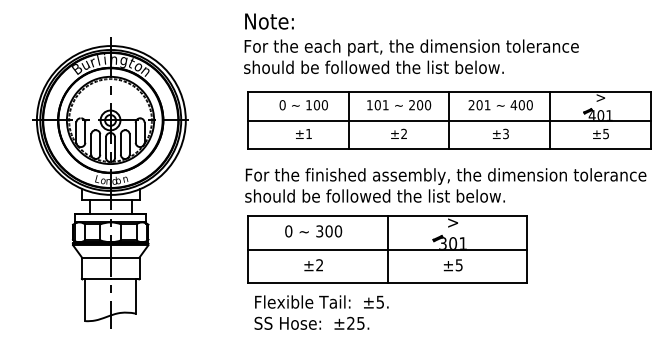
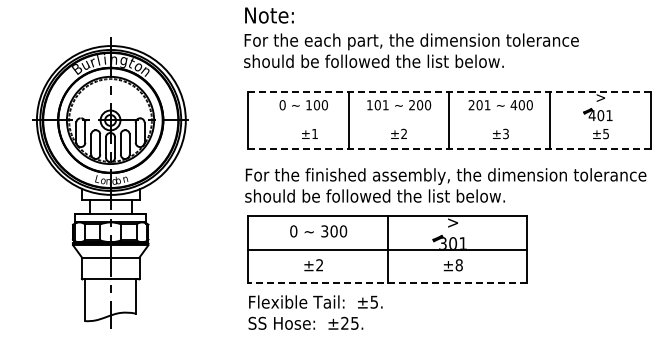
text at (411, 43) position: (411, 43) -> (411, 37)
line at (449, 91): solid -> dashed
line at (449, 120): present -> none
text at (303, 133) position: (303, 133) -> (309, 133)
line at (448, 149): solid -> dashed
text at (313, 231) position: (313, 231) -> (318, 231)
text at (458, 265): ±5 -> ±8
line at (387, 283): solid -> dashed
text at (321, 312) position: (321, 312) -> (315, 312)
